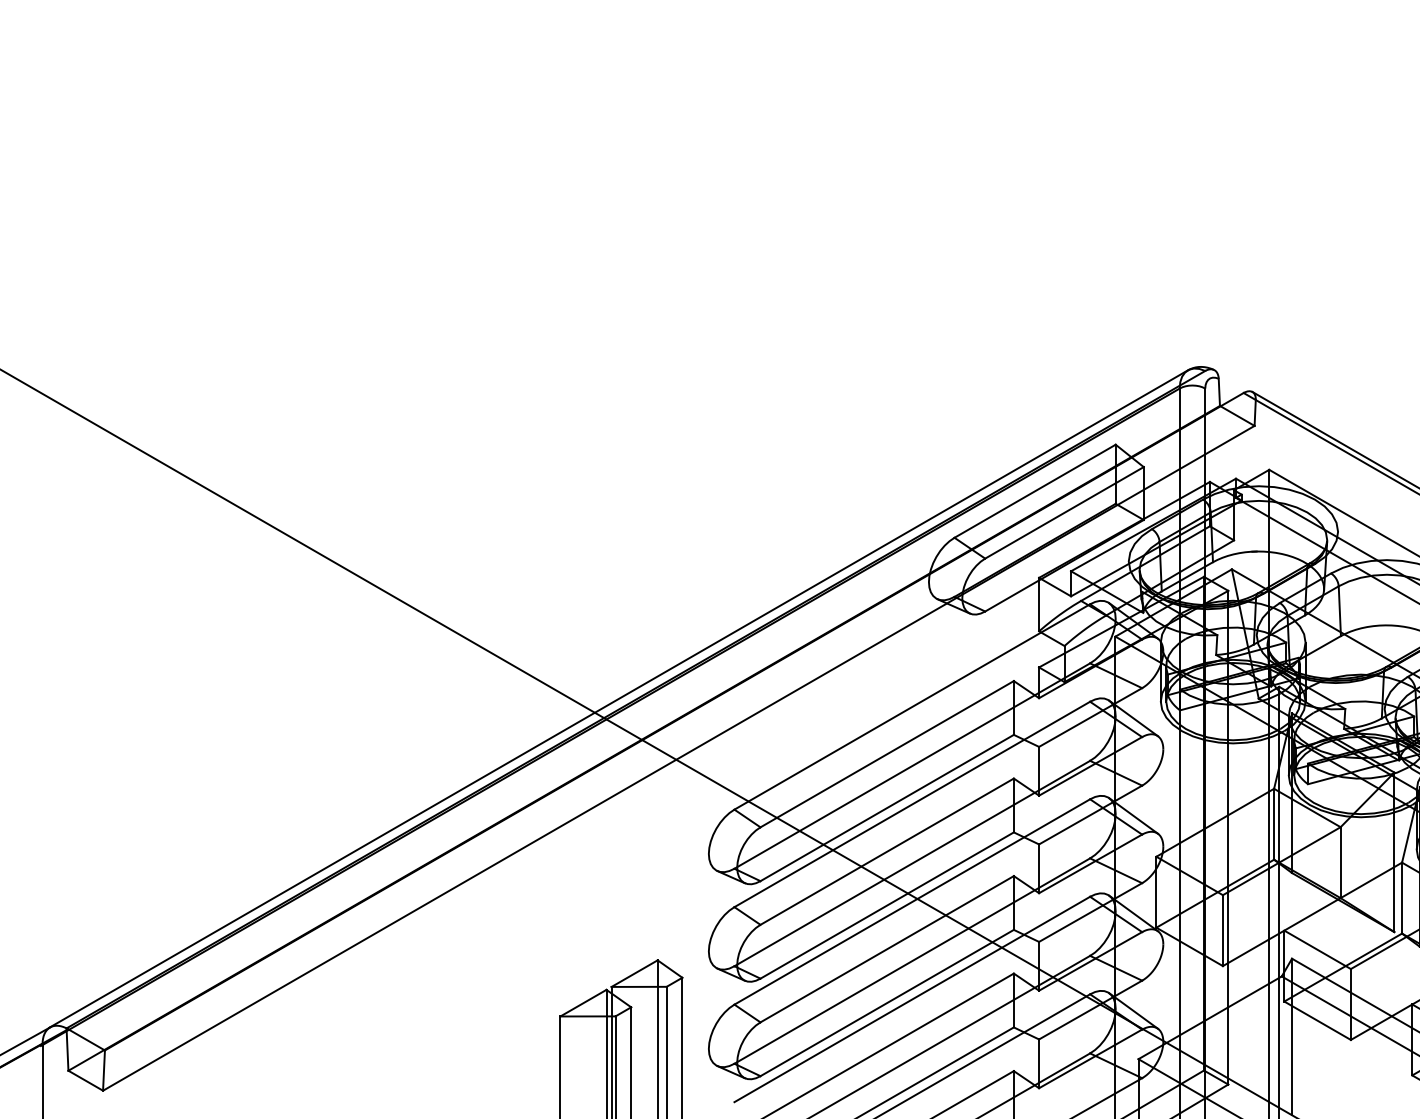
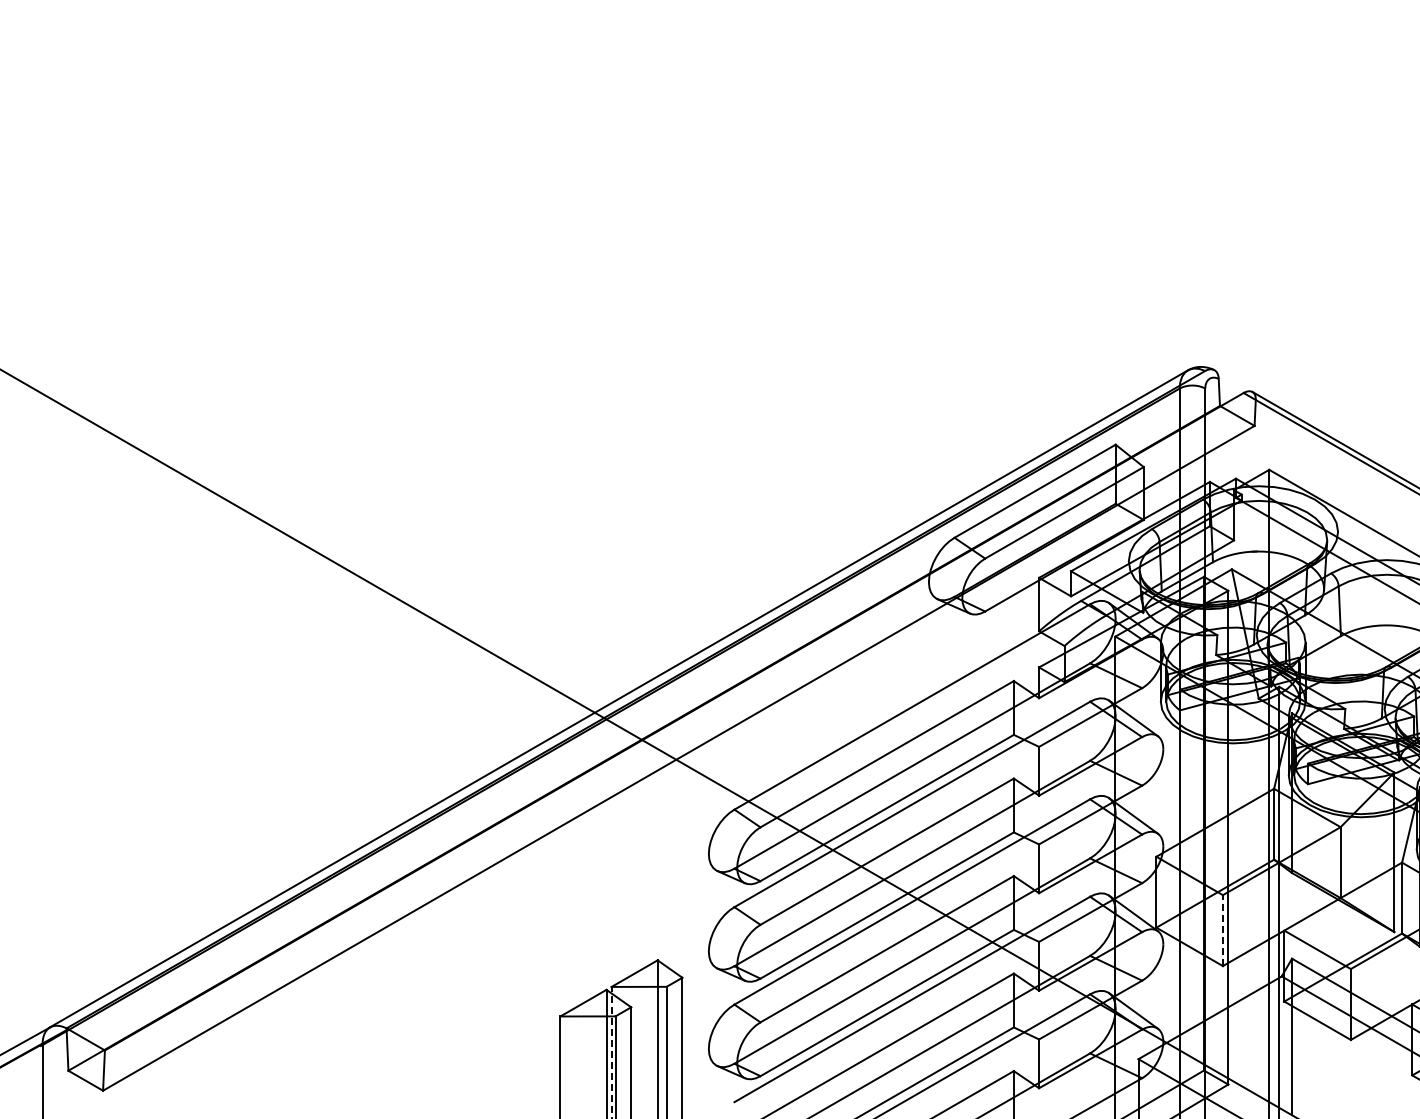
line at (1222, 930): solid -> dashed
line at (611, 1052): solid -> dashed
